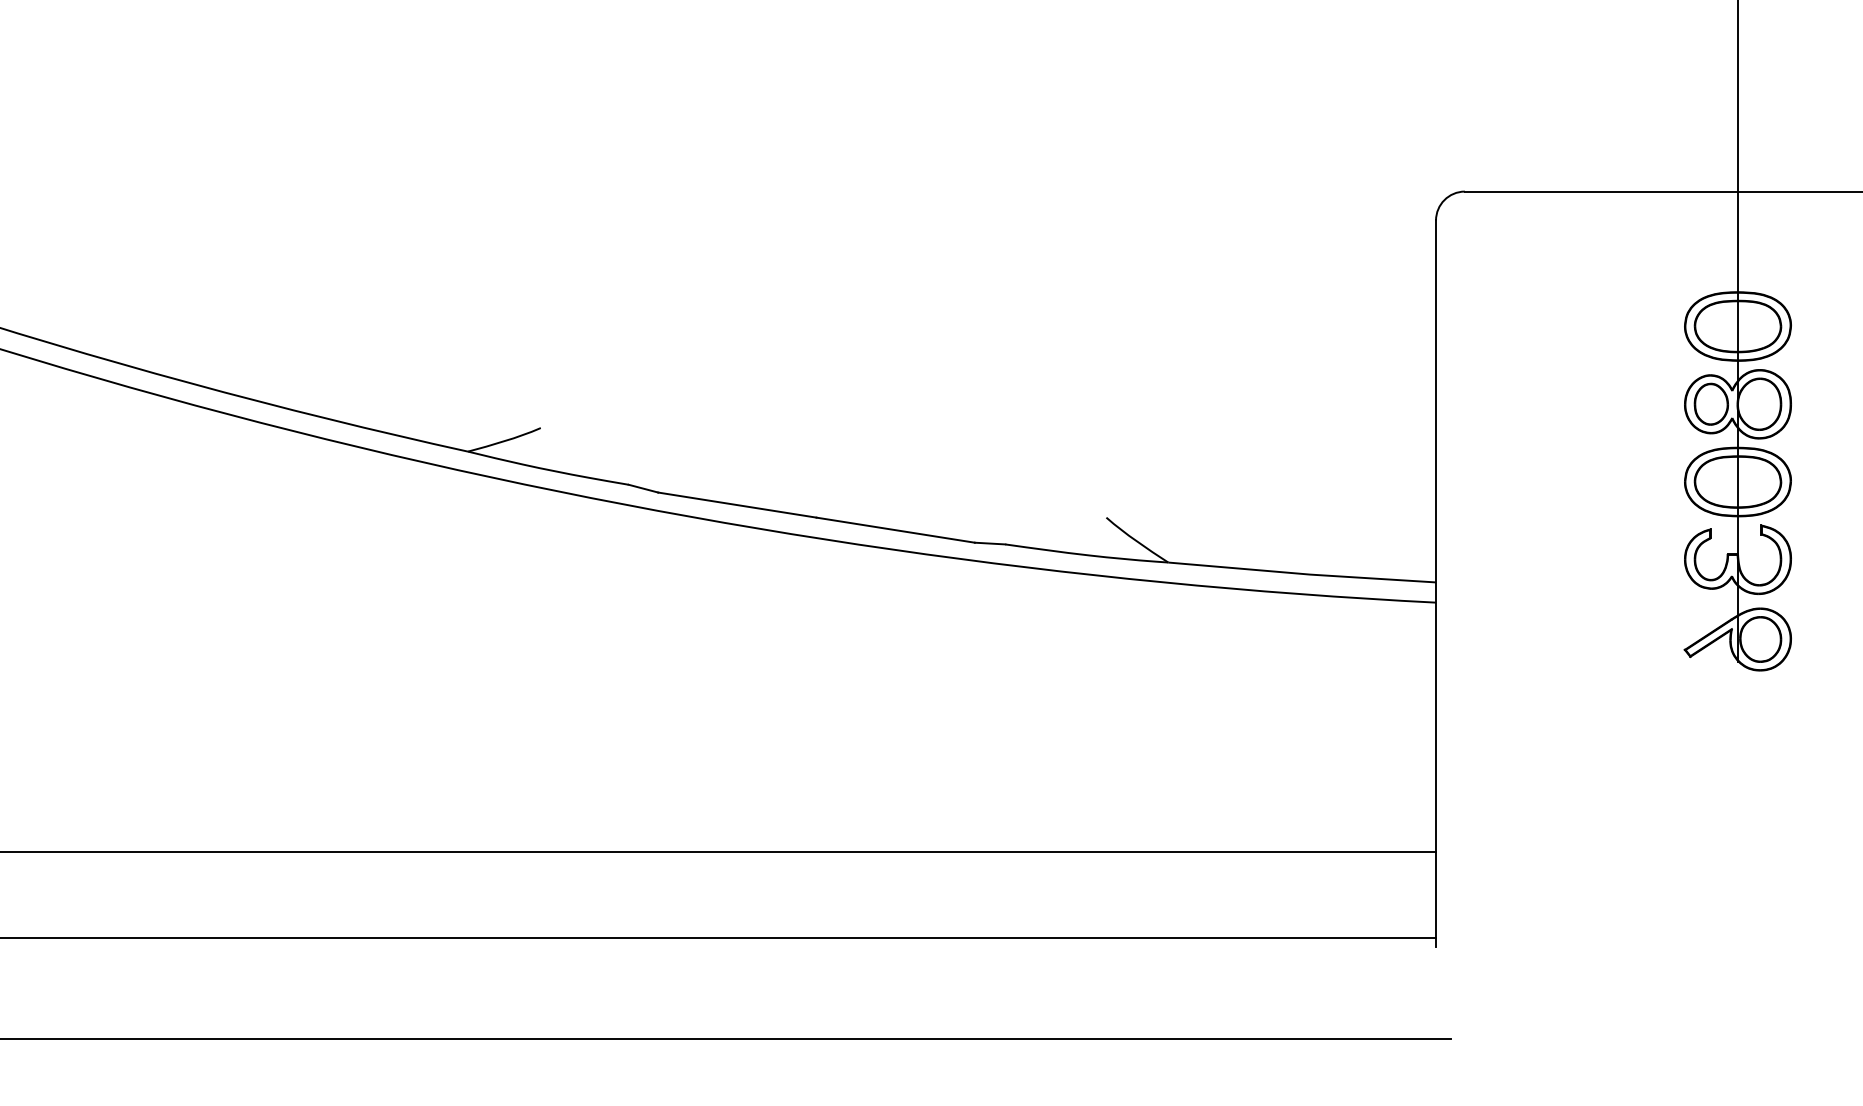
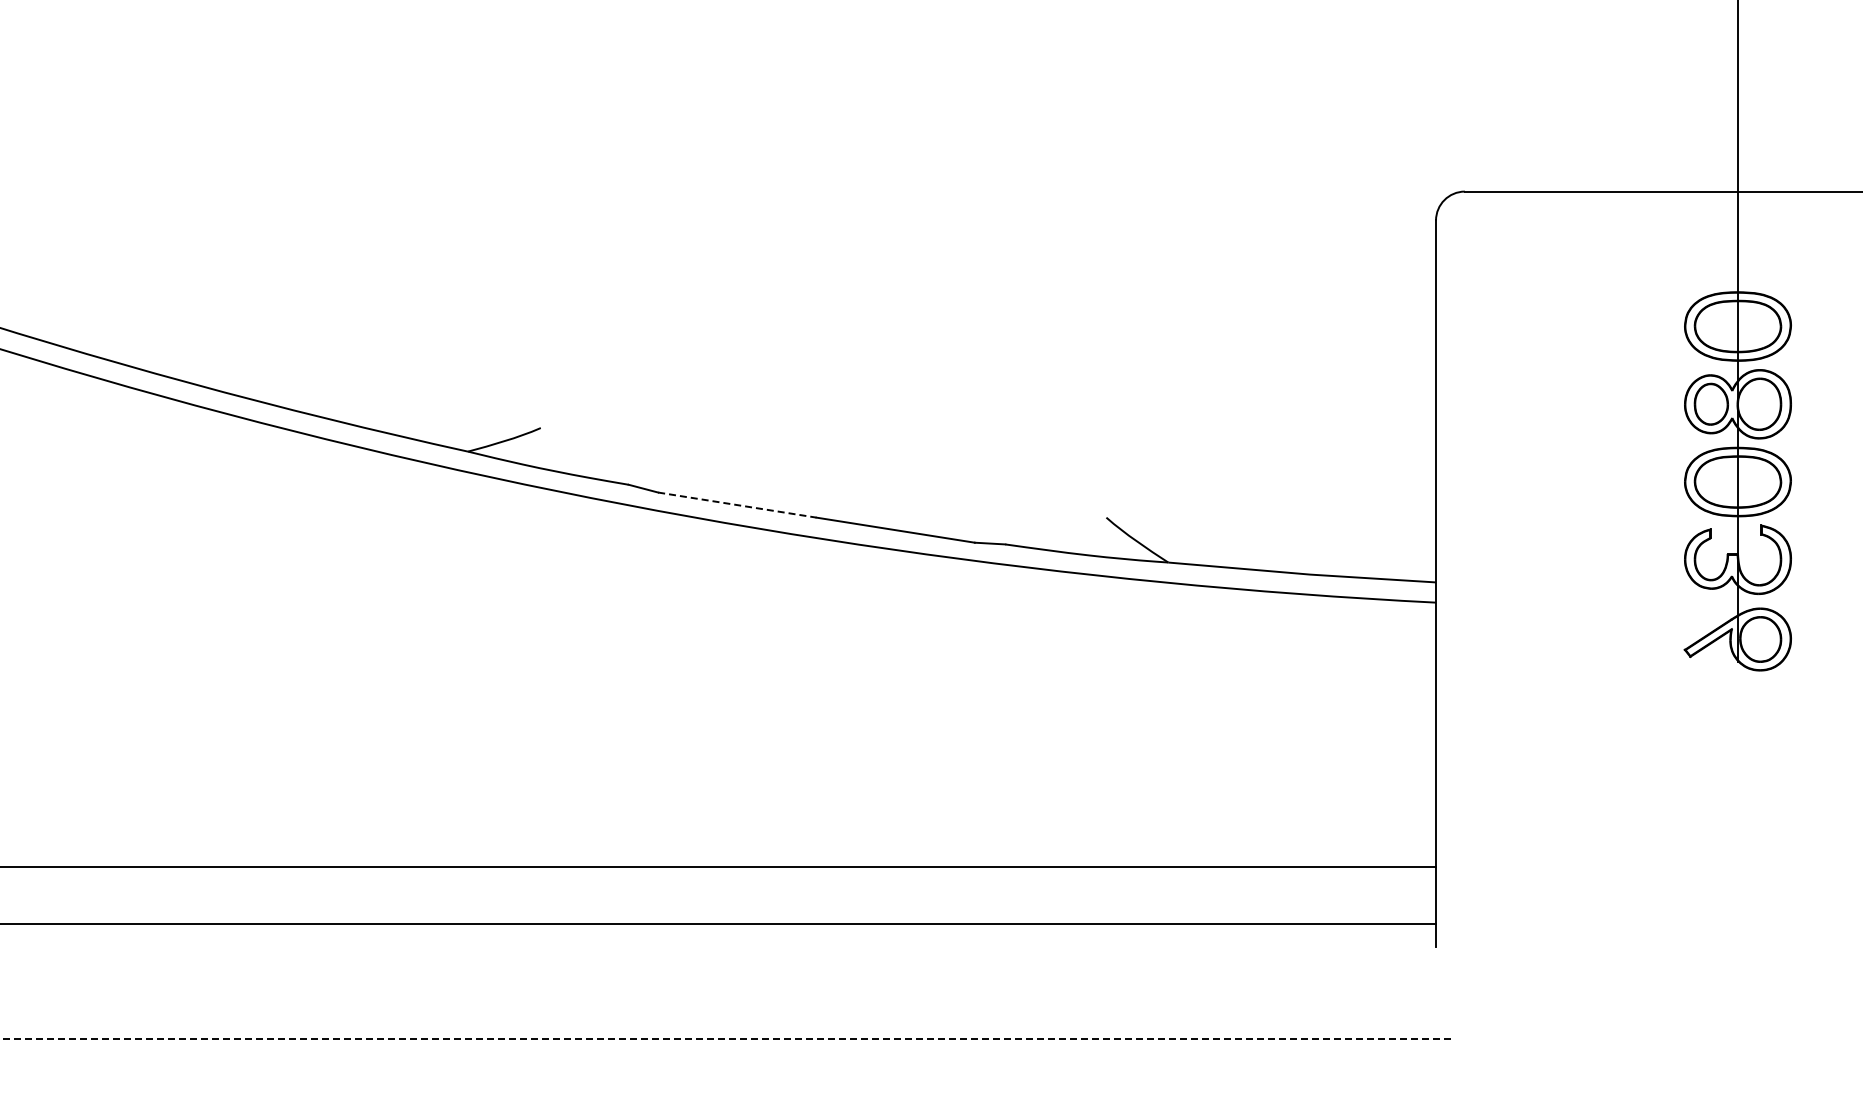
line at (737, 505): solid -> dashed
line at (719, 851) position: (719, 851) -> (719, 866)
line at (719, 938) position: (719, 938) -> (719, 924)
line at (725, 1039): solid -> dashed
